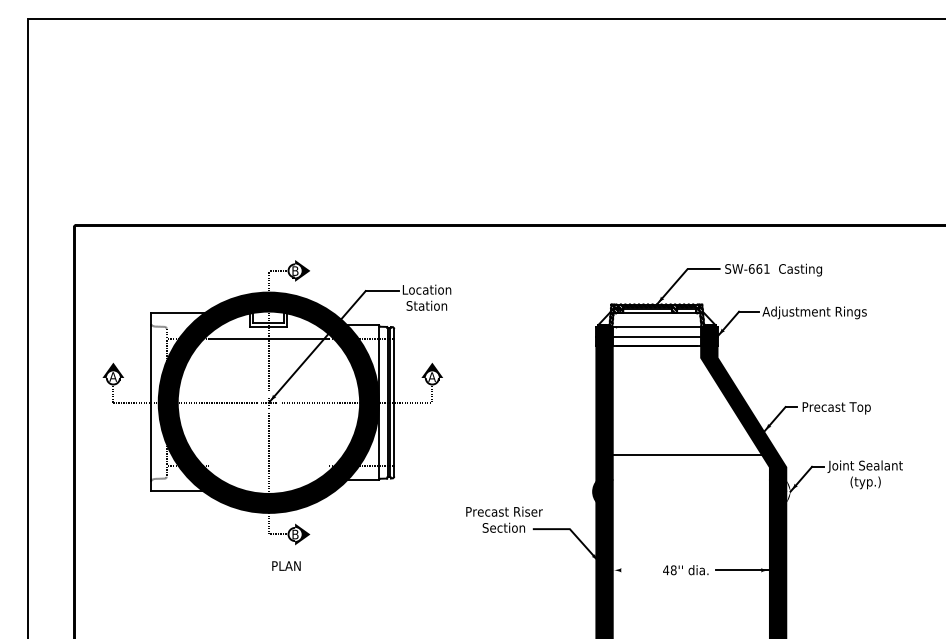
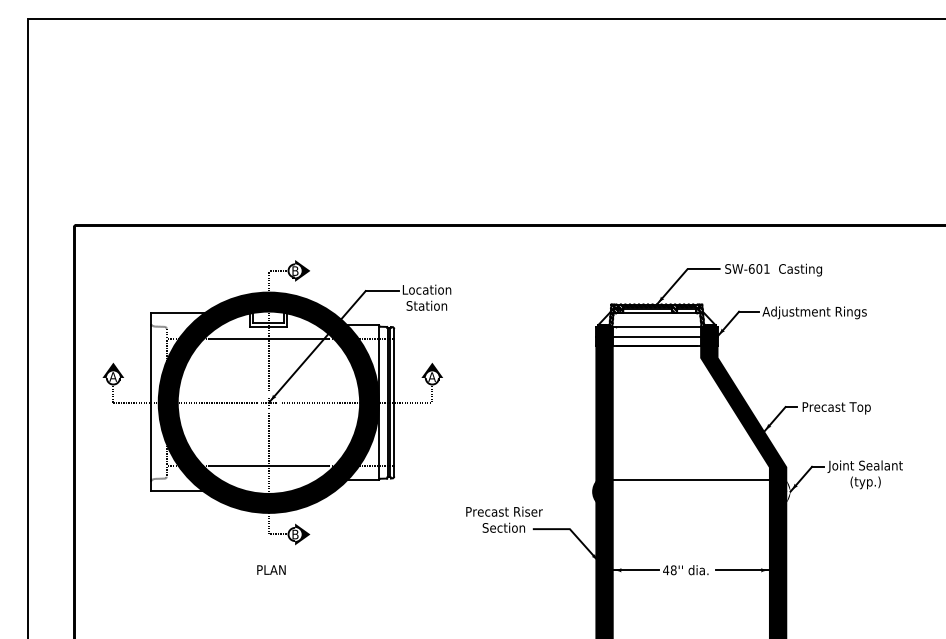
text at (759, 268): SW-661 -> SW-601
line at (690, 454) position: (690, 454) -> (690, 479)
line at (268, 466): none -> present
text at (286, 565) position: (286, 565) -> (271, 569)
line at (635, 570): none -> present
